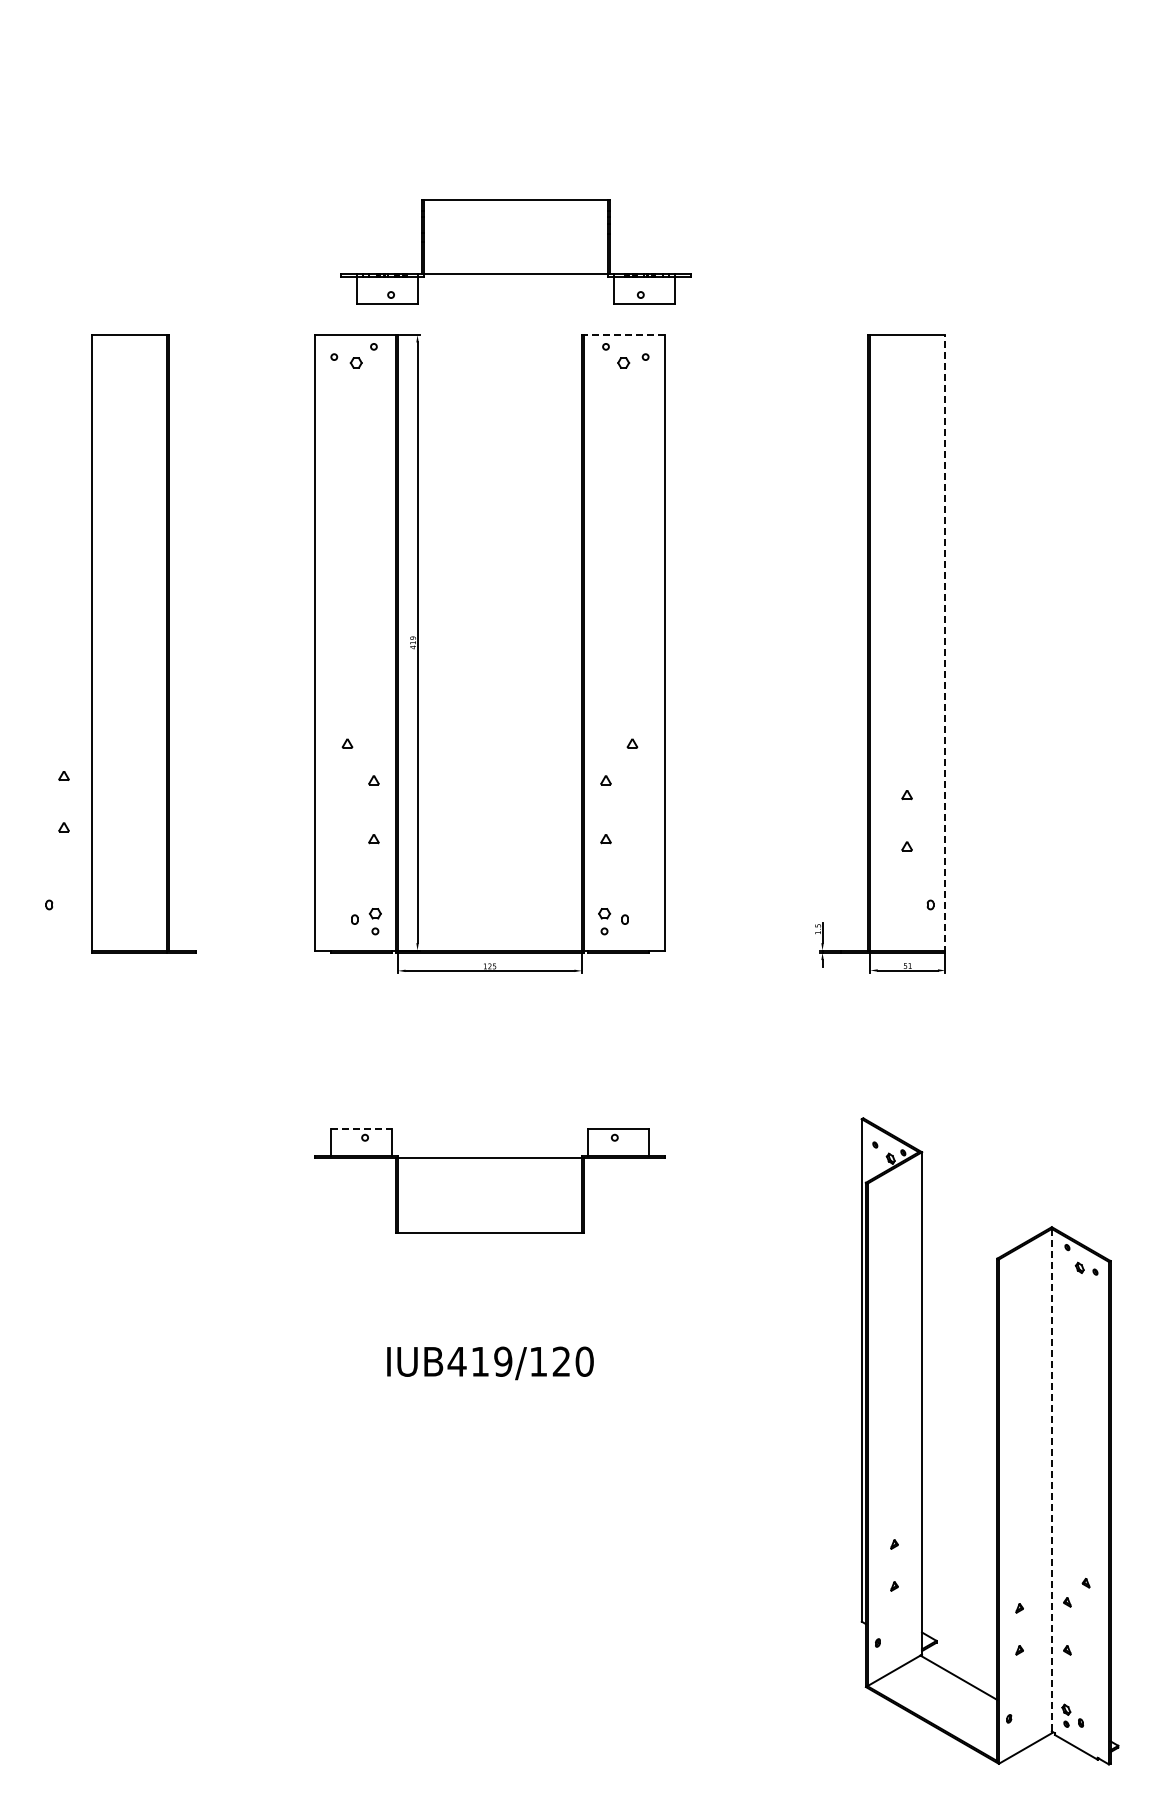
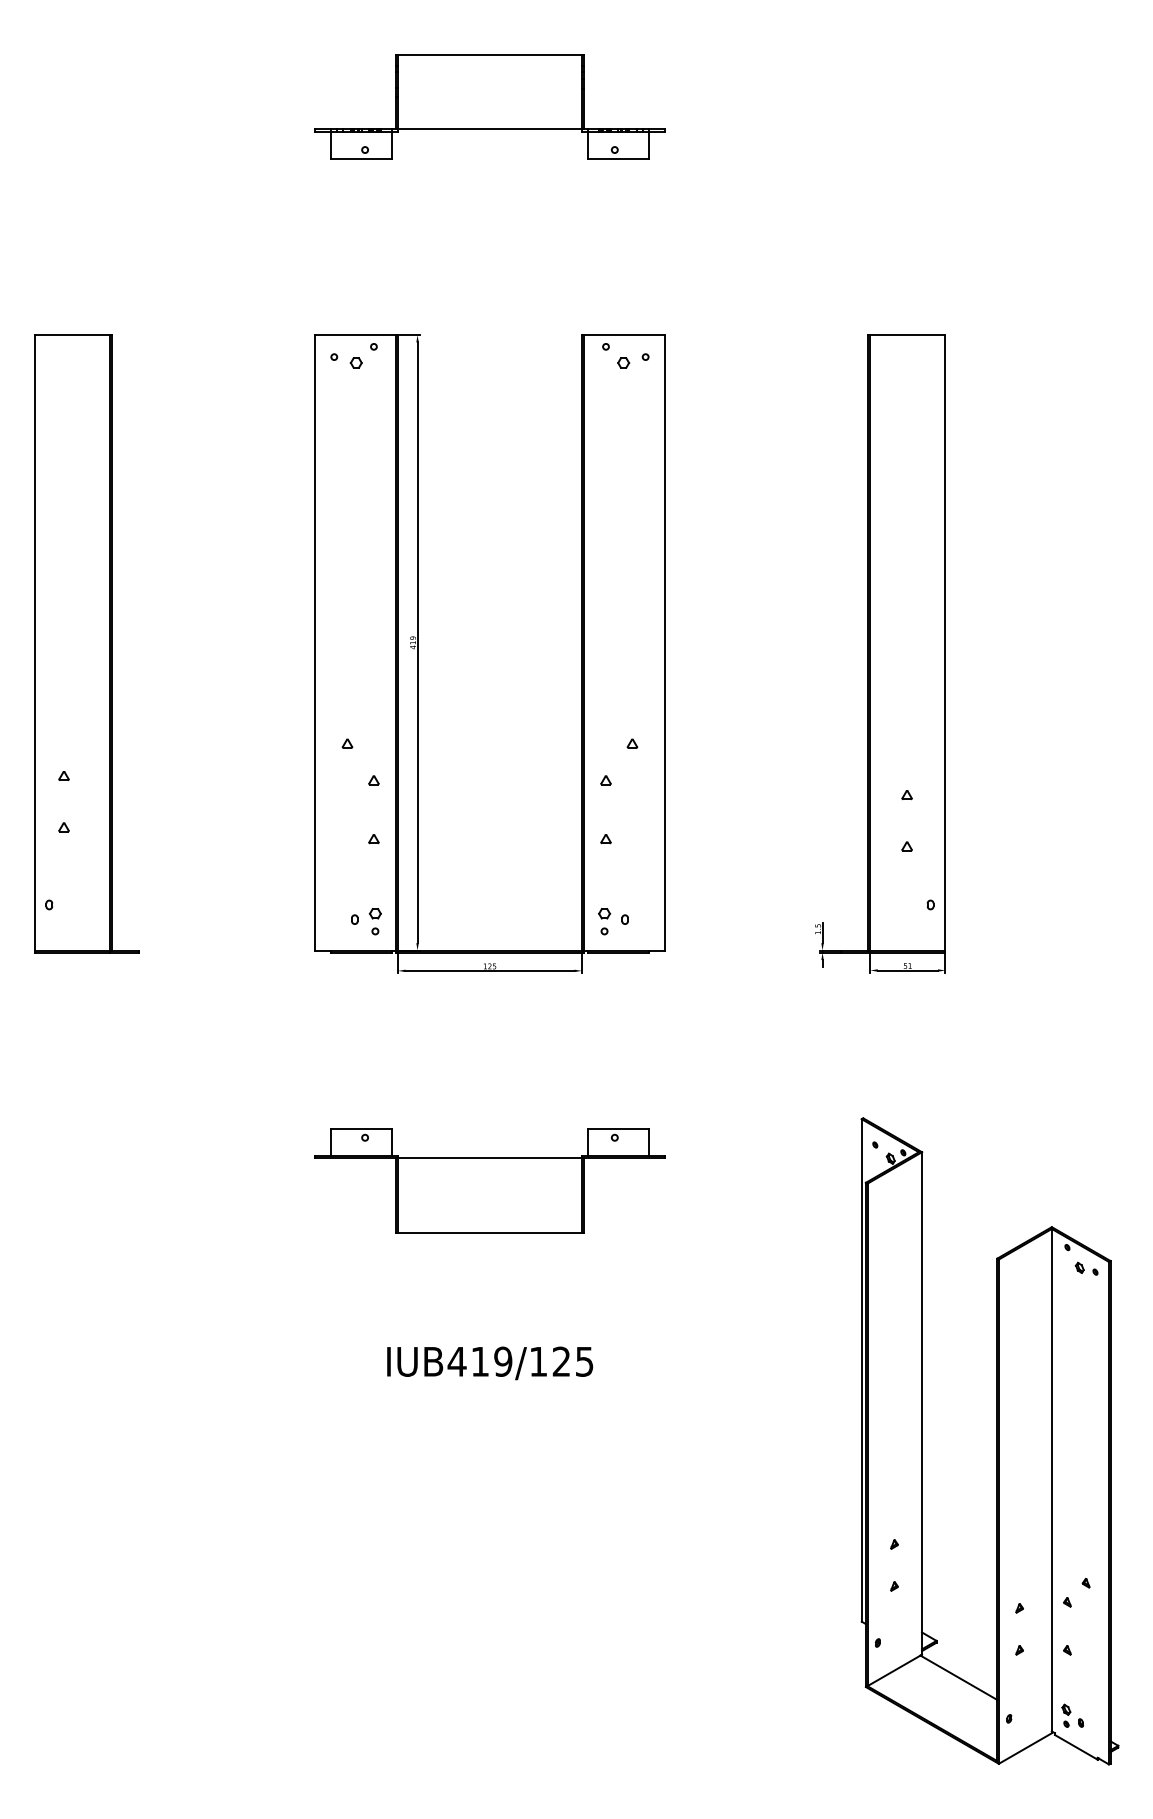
part at (515, 251) position: (515, 251) -> (489, 106)
line at (623, 335): dashed -> solid
part at (143, 643) position: (143, 643) -> (86, 643)
line at (945, 643): dashed -> solid
line at (361, 1128): dashed -> solid
text at (584, 1361): IUB419/120 -> IUB419/125
line at (1051, 1480): dashed -> solid
